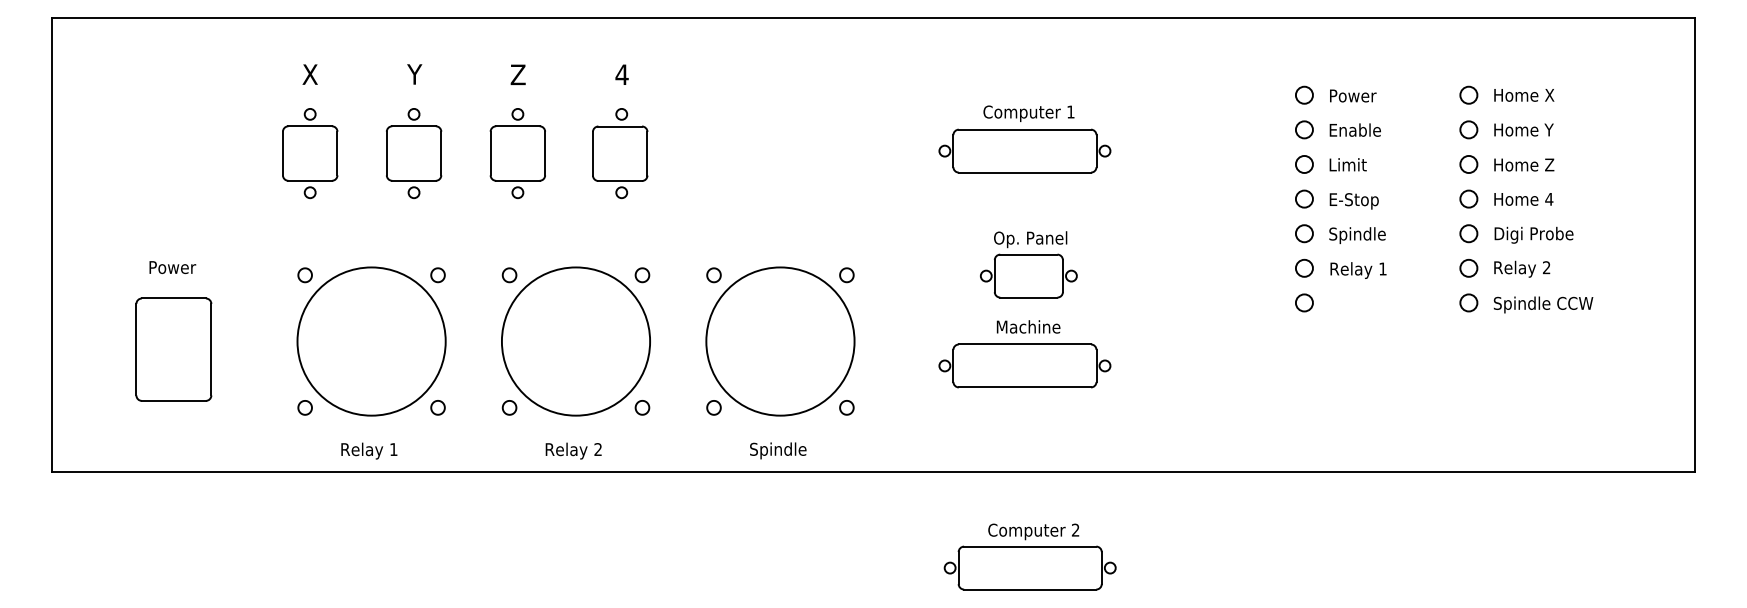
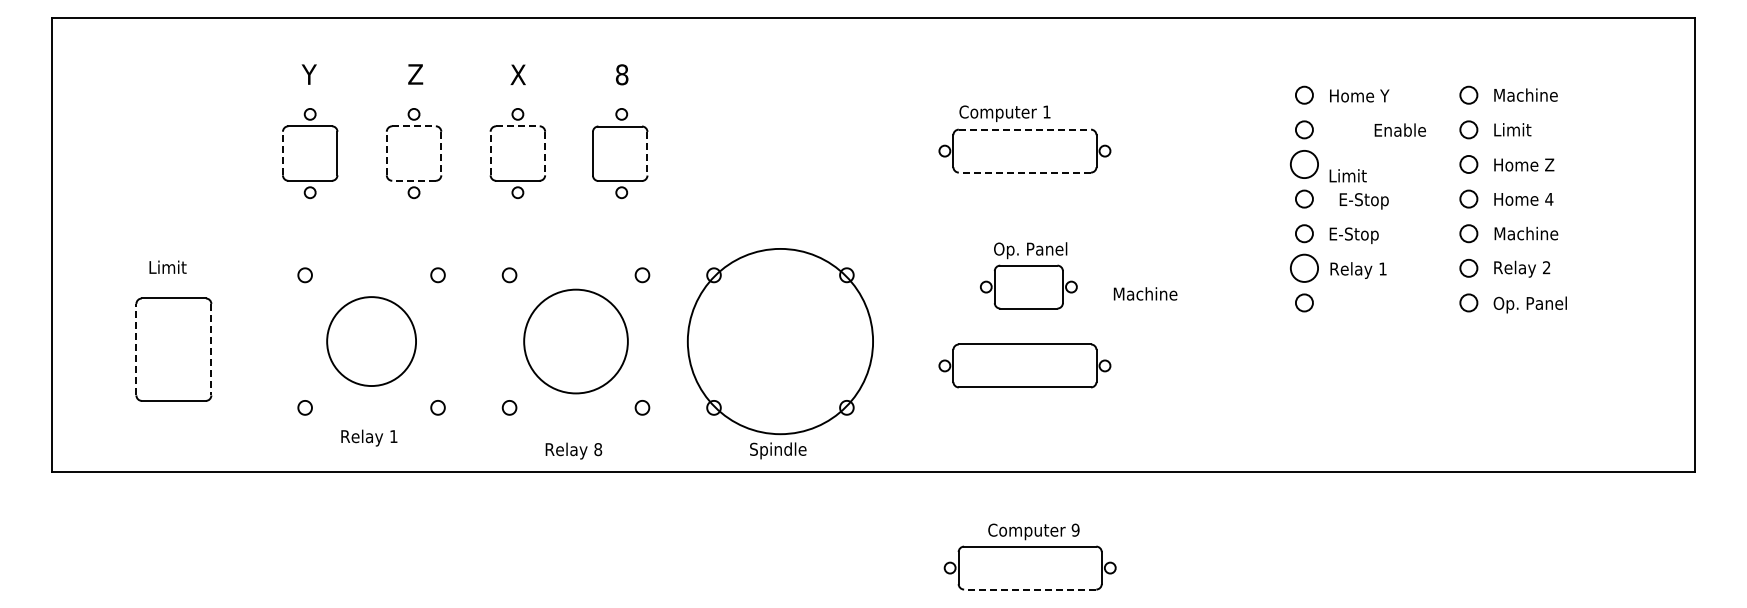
text at (309, 74): X -> Y
text at (415, 74): Y -> Z
text at (517, 74): Z -> X
text at (621, 74): 4 -> 8
text at (1526, 94): Home X -> Machine
text at (1360, 95): Power -> Home Y
text at (1028, 113) position: (1028, 113) -> (1004, 113)
line at (414, 126): solid -> dashed
line at (517, 126): solid -> dashed
line at (1025, 129): solid -> dashed
text at (1354, 129) position: (1354, 129) -> (1399, 129)
text at (1524, 129): Home Y -> Limit
line at (282, 153): solid -> dashed
line at (386, 153): solid -> dashed
line at (441, 153): solid -> dashed
line at (490, 153): solid -> dashed
line at (545, 153): solid -> dashed
line at (647, 153): solid -> dashed
circle at (1303, 164) diameter: 17 px -> 27 px
text at (1347, 164) position: (1347, 164) -> (1347, 175)
line at (1024, 172): solid -> dashed
line at (414, 180): solid -> dashed
text at (1353, 201) position: (1353, 201) -> (1363, 201)
text at (1534, 234): Digi Probe -> Machine
text at (1357, 235): Spindle -> E-Stop
part at (1028, 264) position: (1028, 264) -> (1028, 275)
text at (173, 267): Power -> Limit
circle at (1303, 267) diameter: 17 px -> 27 px
text at (1543, 304): Spindle CCW -> Op. Panel
text at (1028, 326) position: (1028, 326) -> (1145, 293)
circle at (371, 341) diameter: 148 px -> 89 px
circle at (575, 341) diameter: 148 px -> 104 px
circle at (780, 341) diameter: 148 px -> 185 px
line at (136, 349): solid -> dashed
line at (211, 349): solid -> dashed
text at (598, 449): 2 -> 8
text at (369, 450) position: (369, 450) -> (369, 437)
text at (1075, 529): 2 -> 9
line at (1029, 589): solid -> dashed
